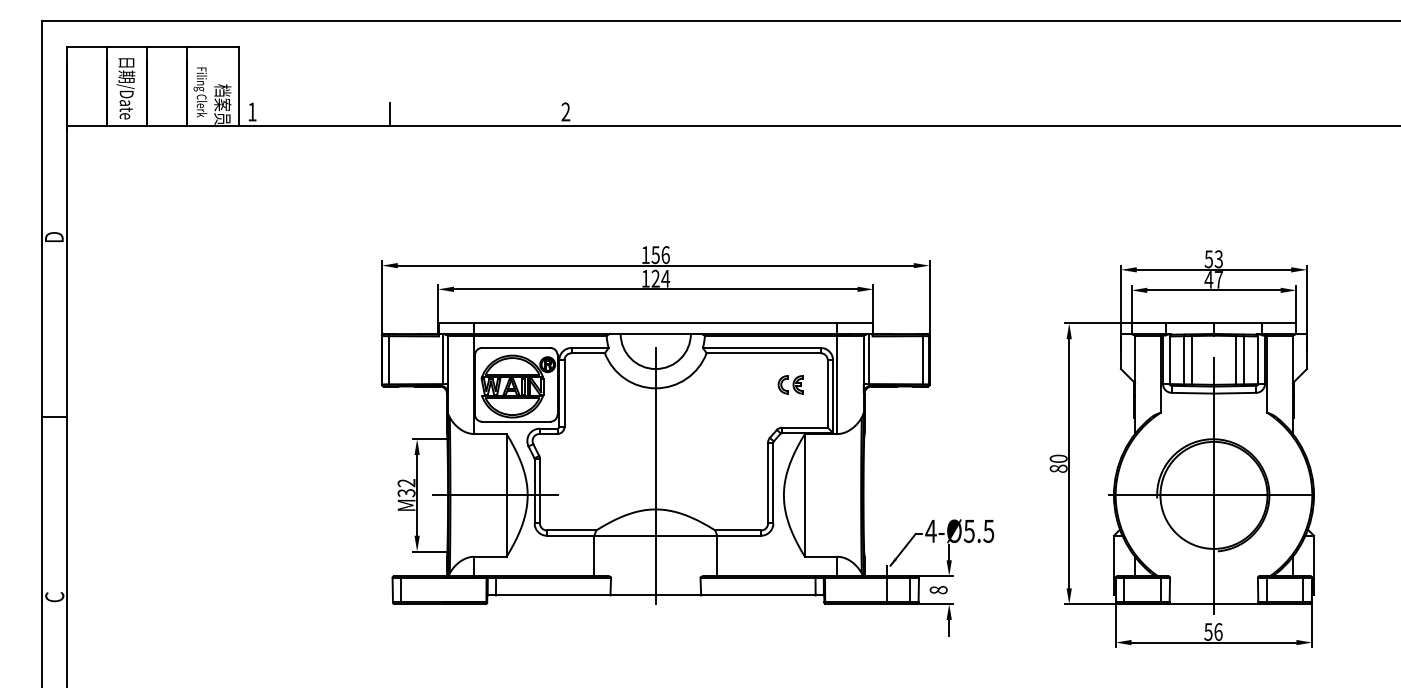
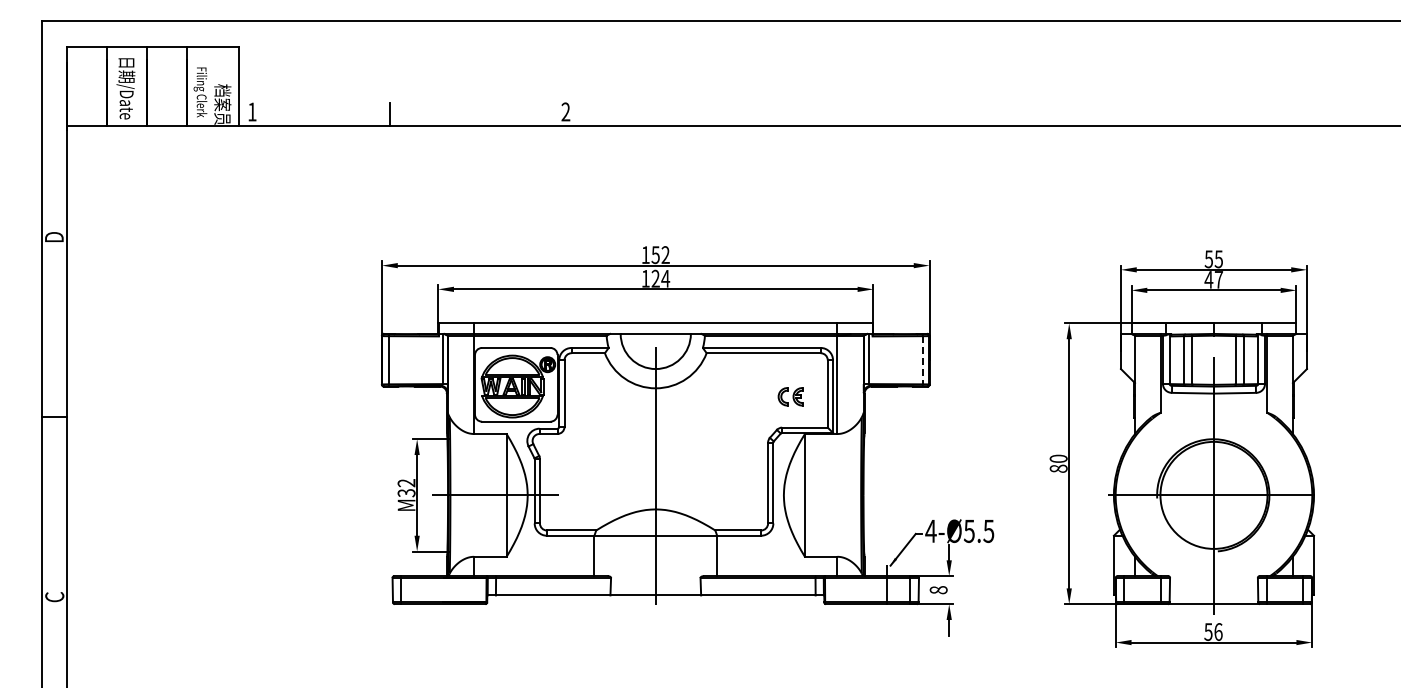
text at (665, 255): 156 -> 152
text at (1218, 258): 53 -> 55
line at (922, 360): solid -> dashed
part at (790, 384) position: (790, 384) -> (790, 396)
